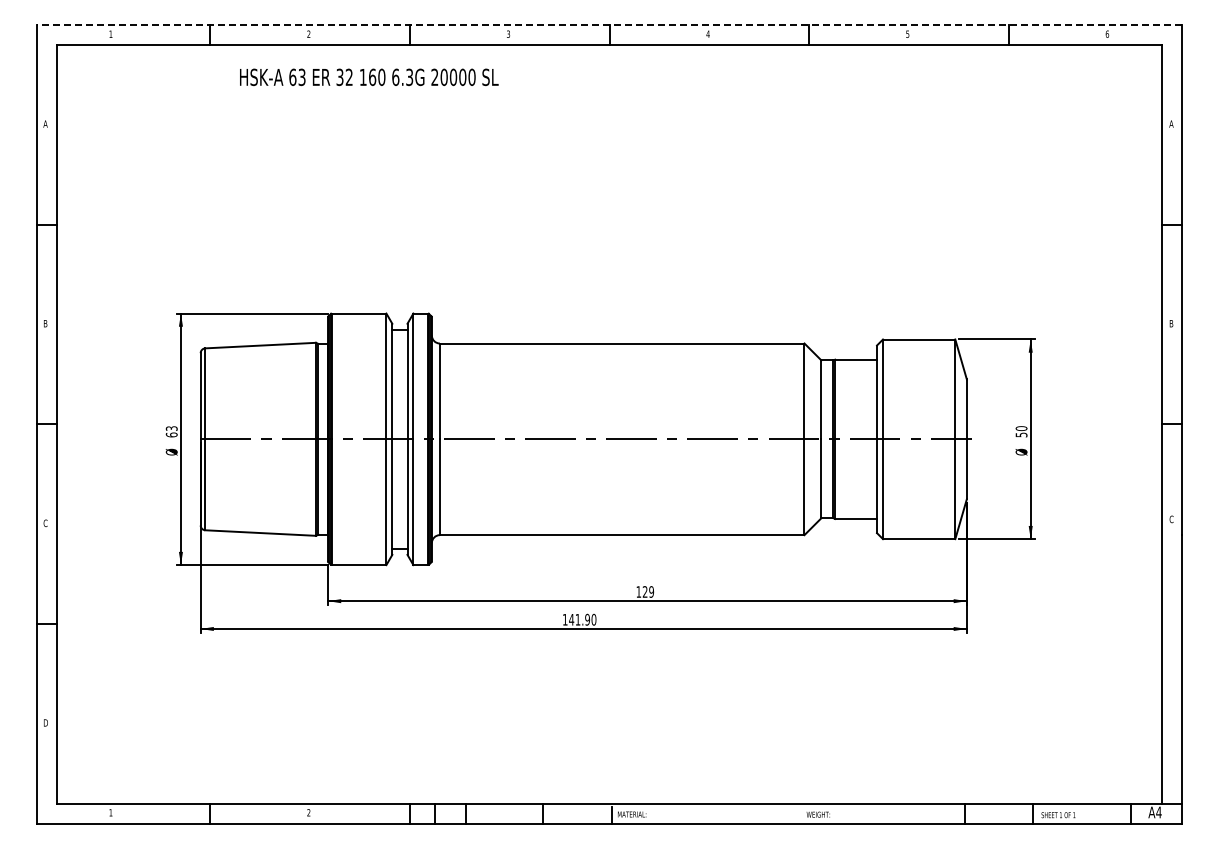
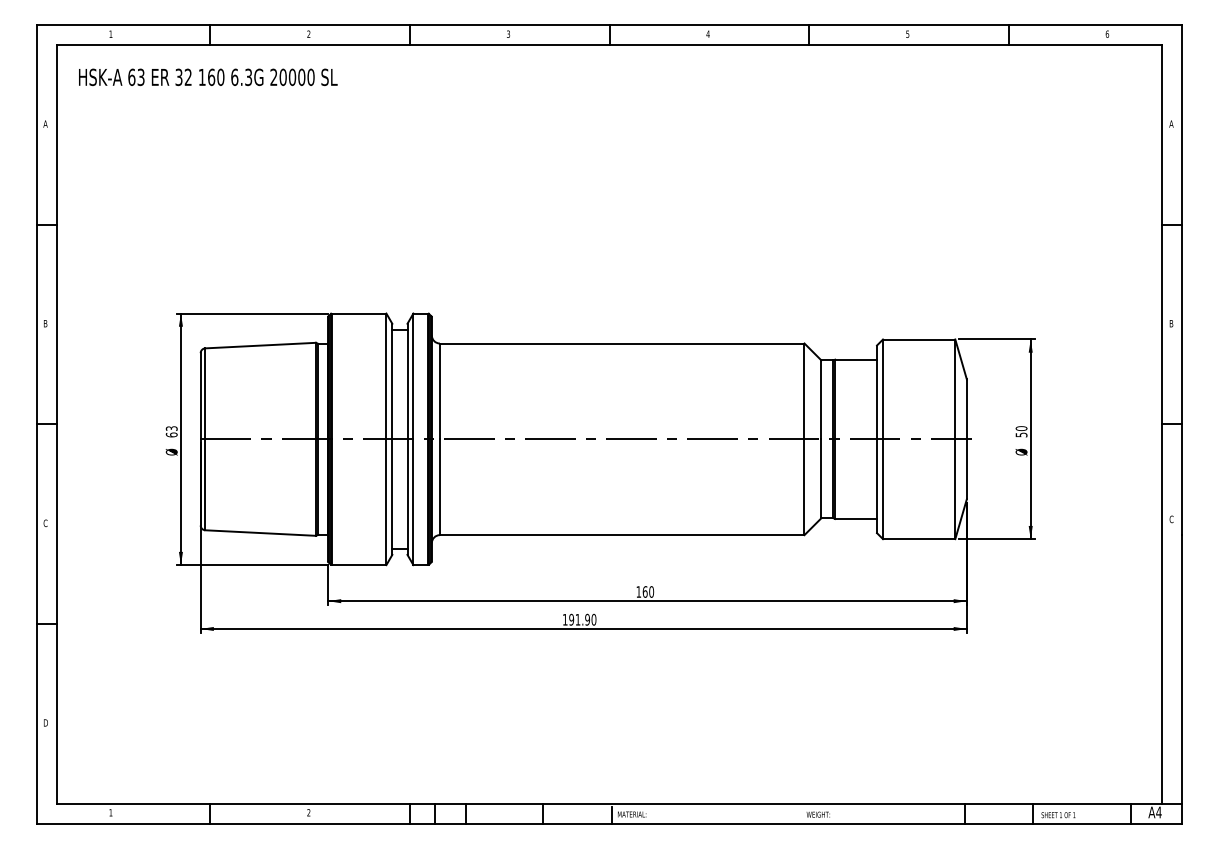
line at (609, 25): dashed -> solid
text at (369, 77) position: (369, 77) -> (208, 77)
text at (647, 591): 129 -> 160
text at (571, 619): 141.90 -> 191.90
